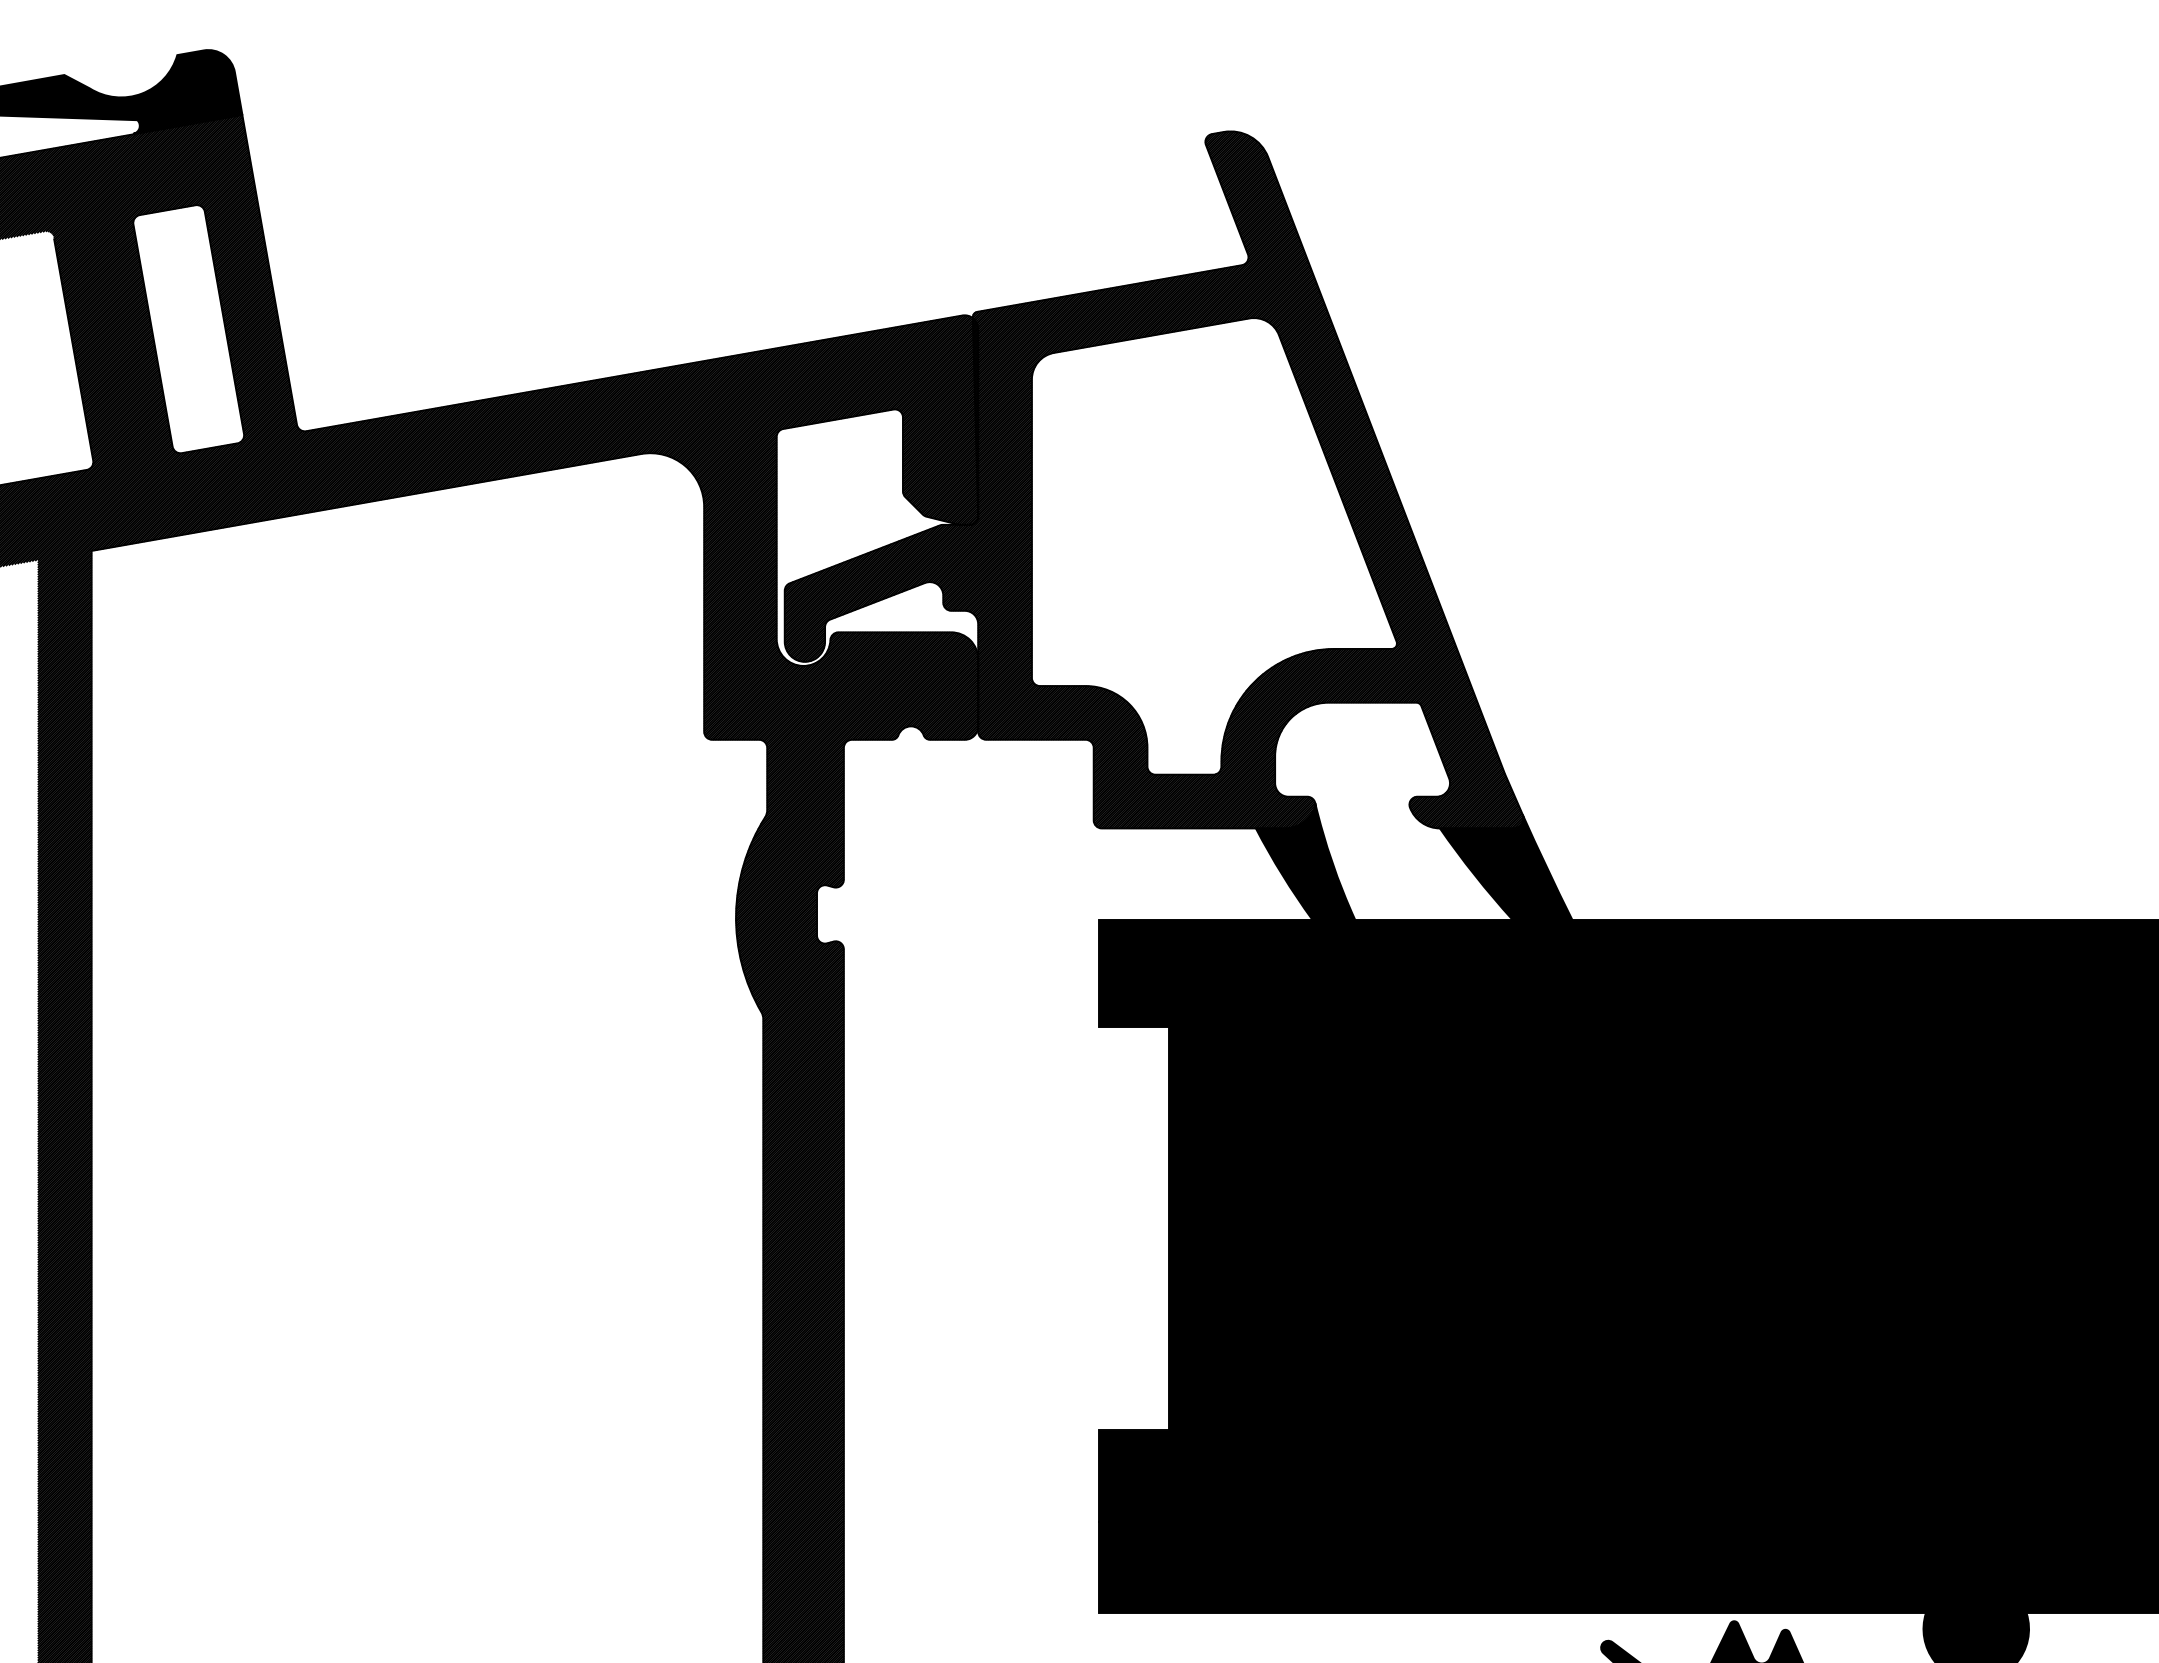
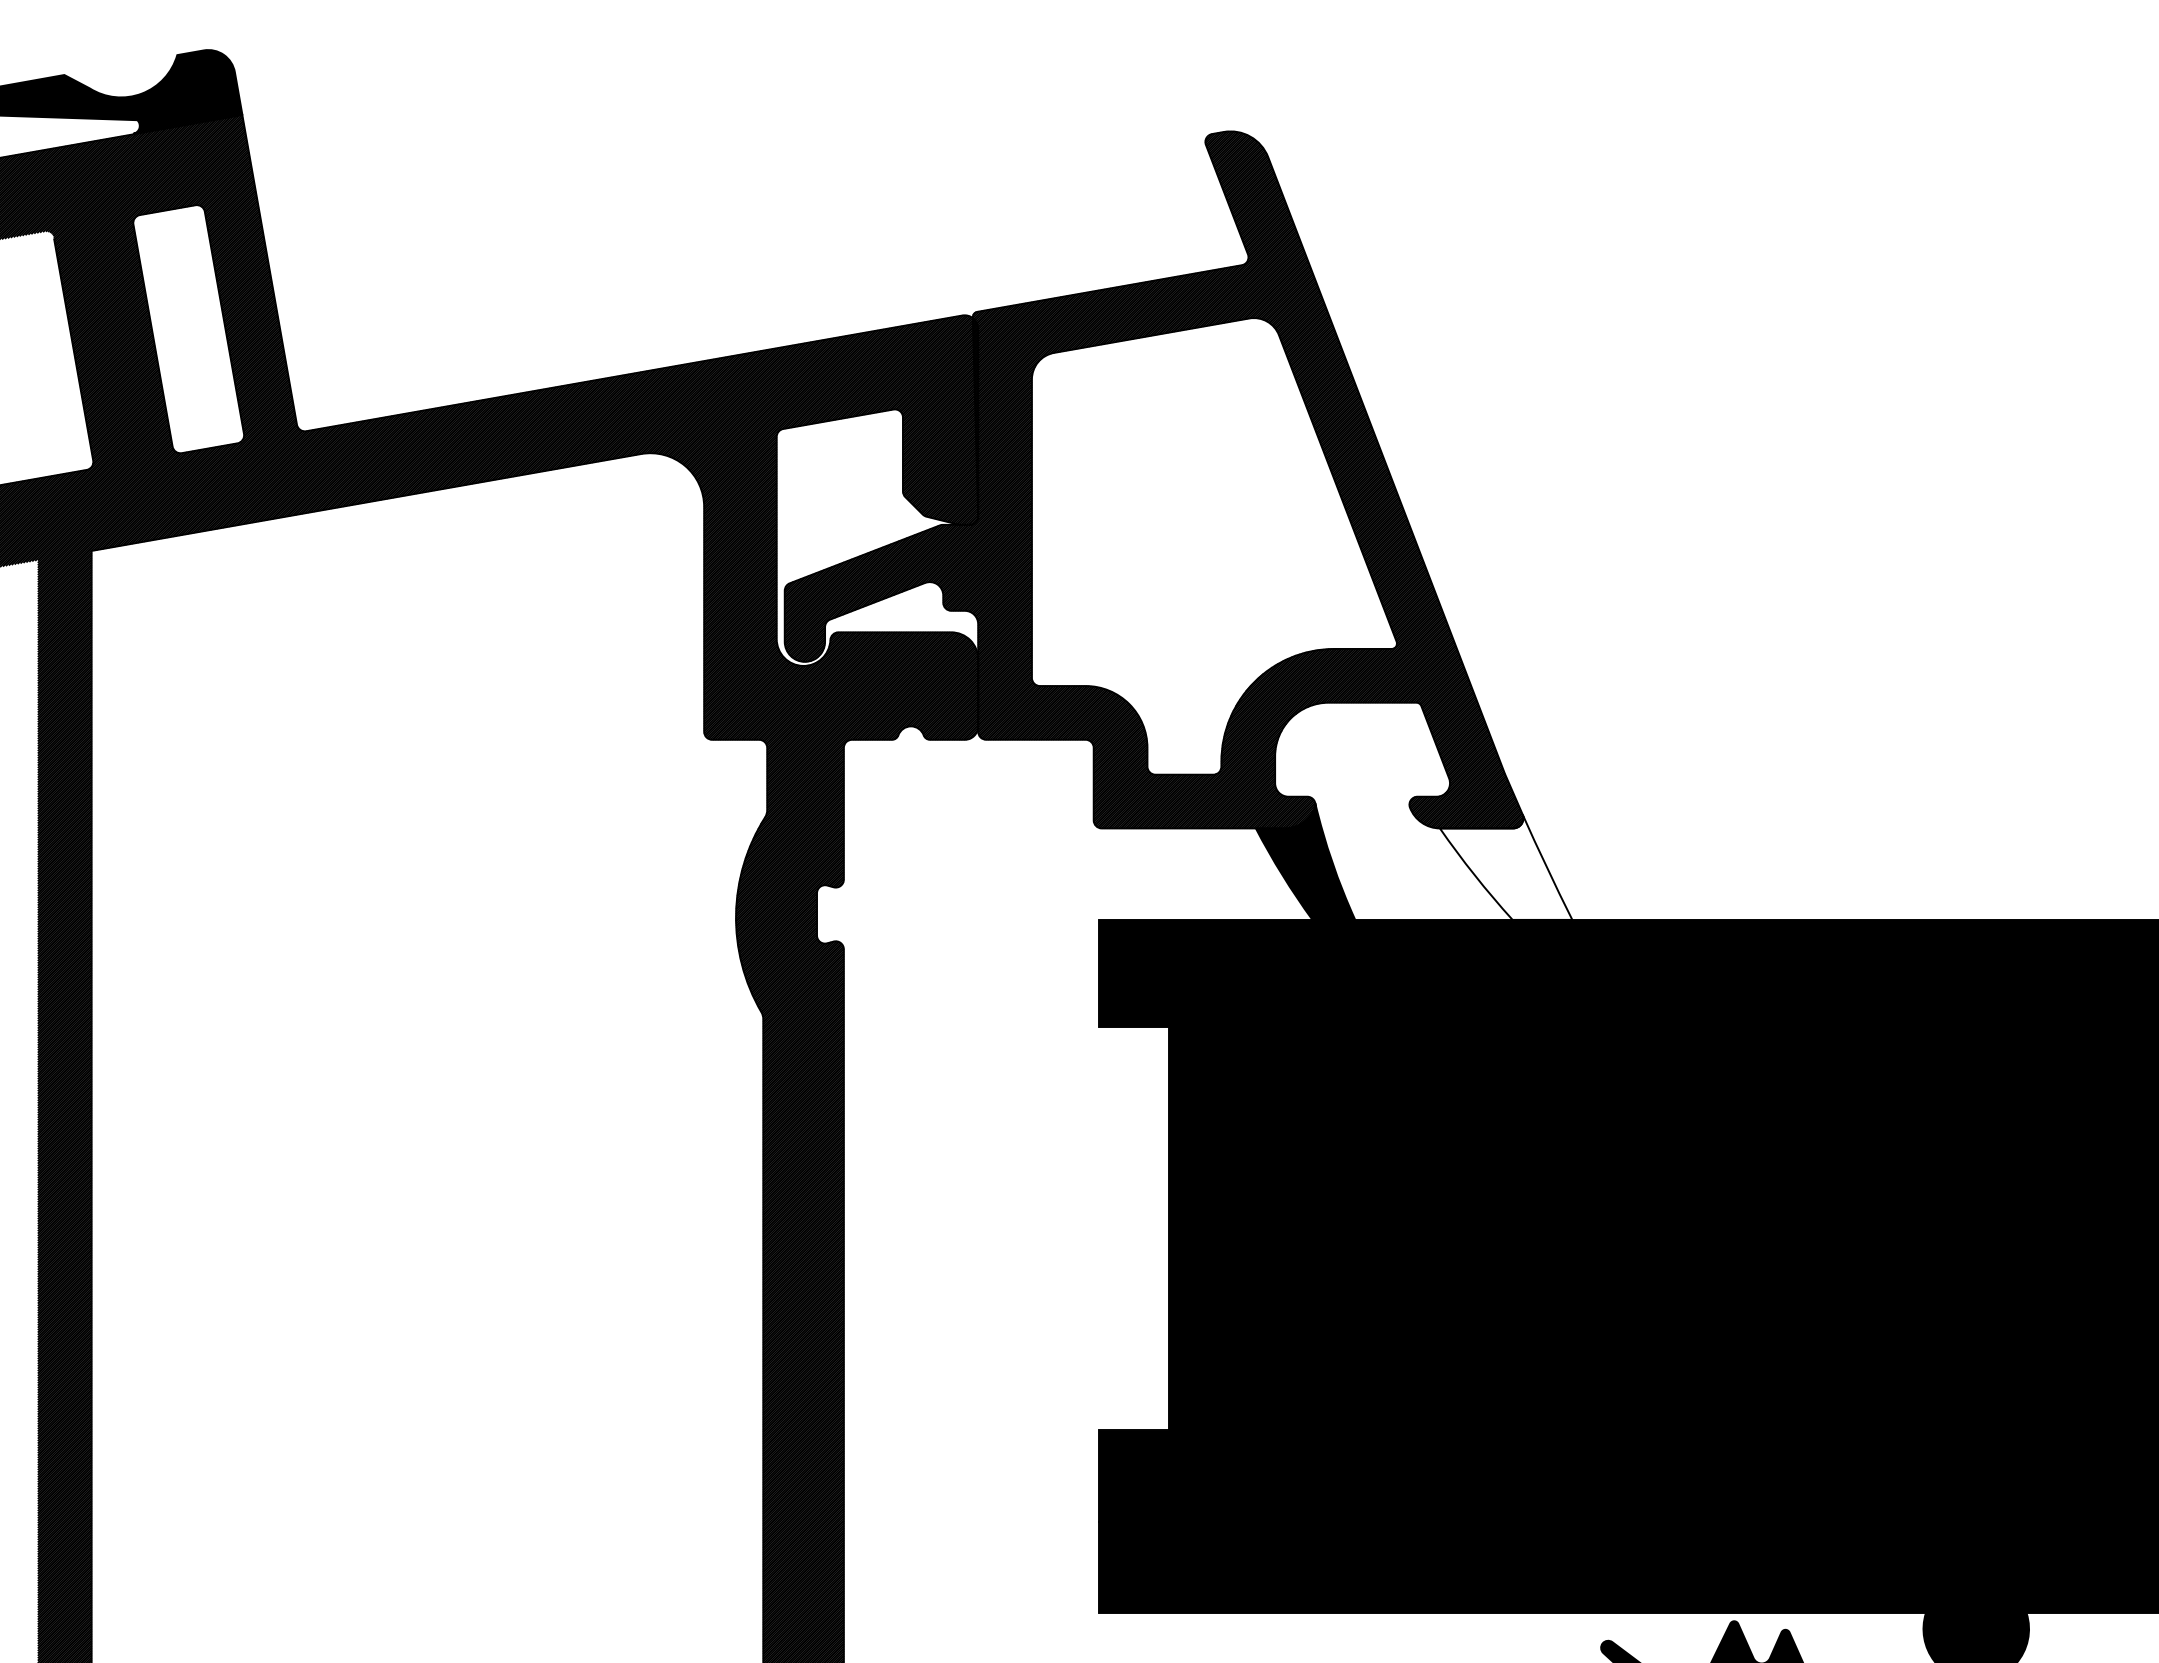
fill at (1505, 866): present -> none
